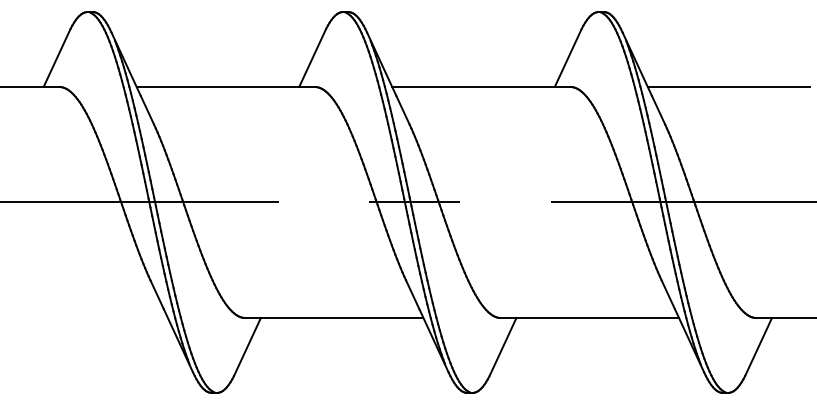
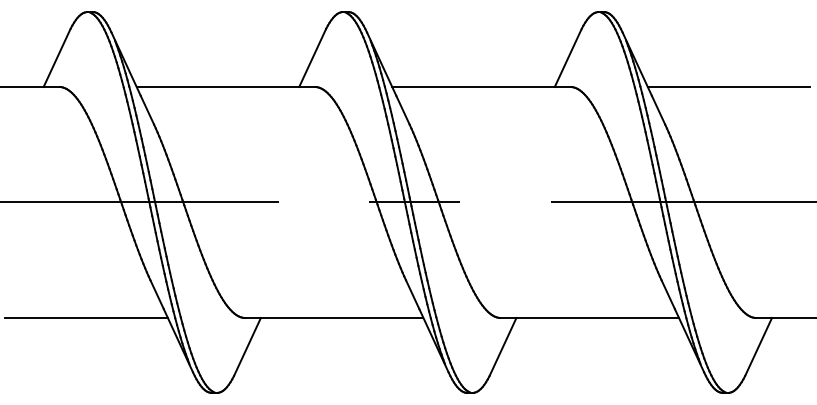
line at (86, 318): none -> present
